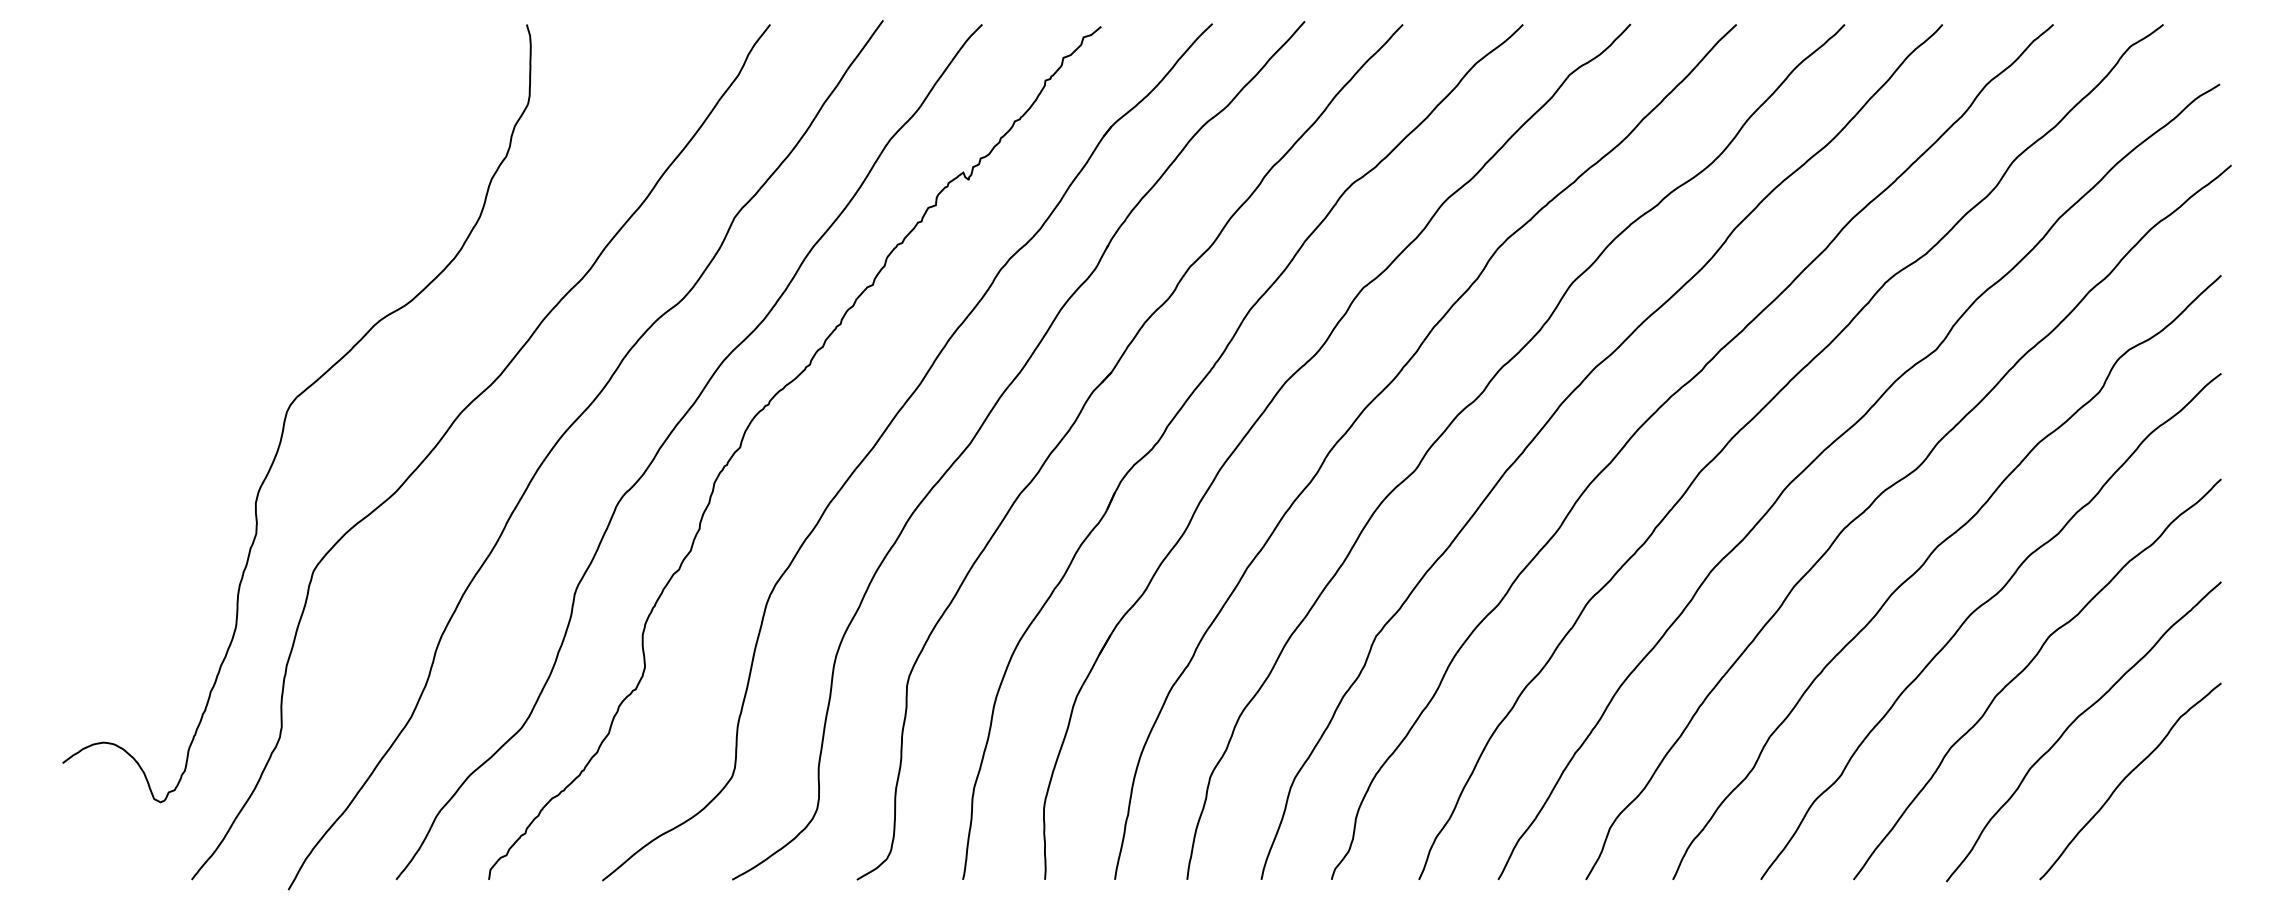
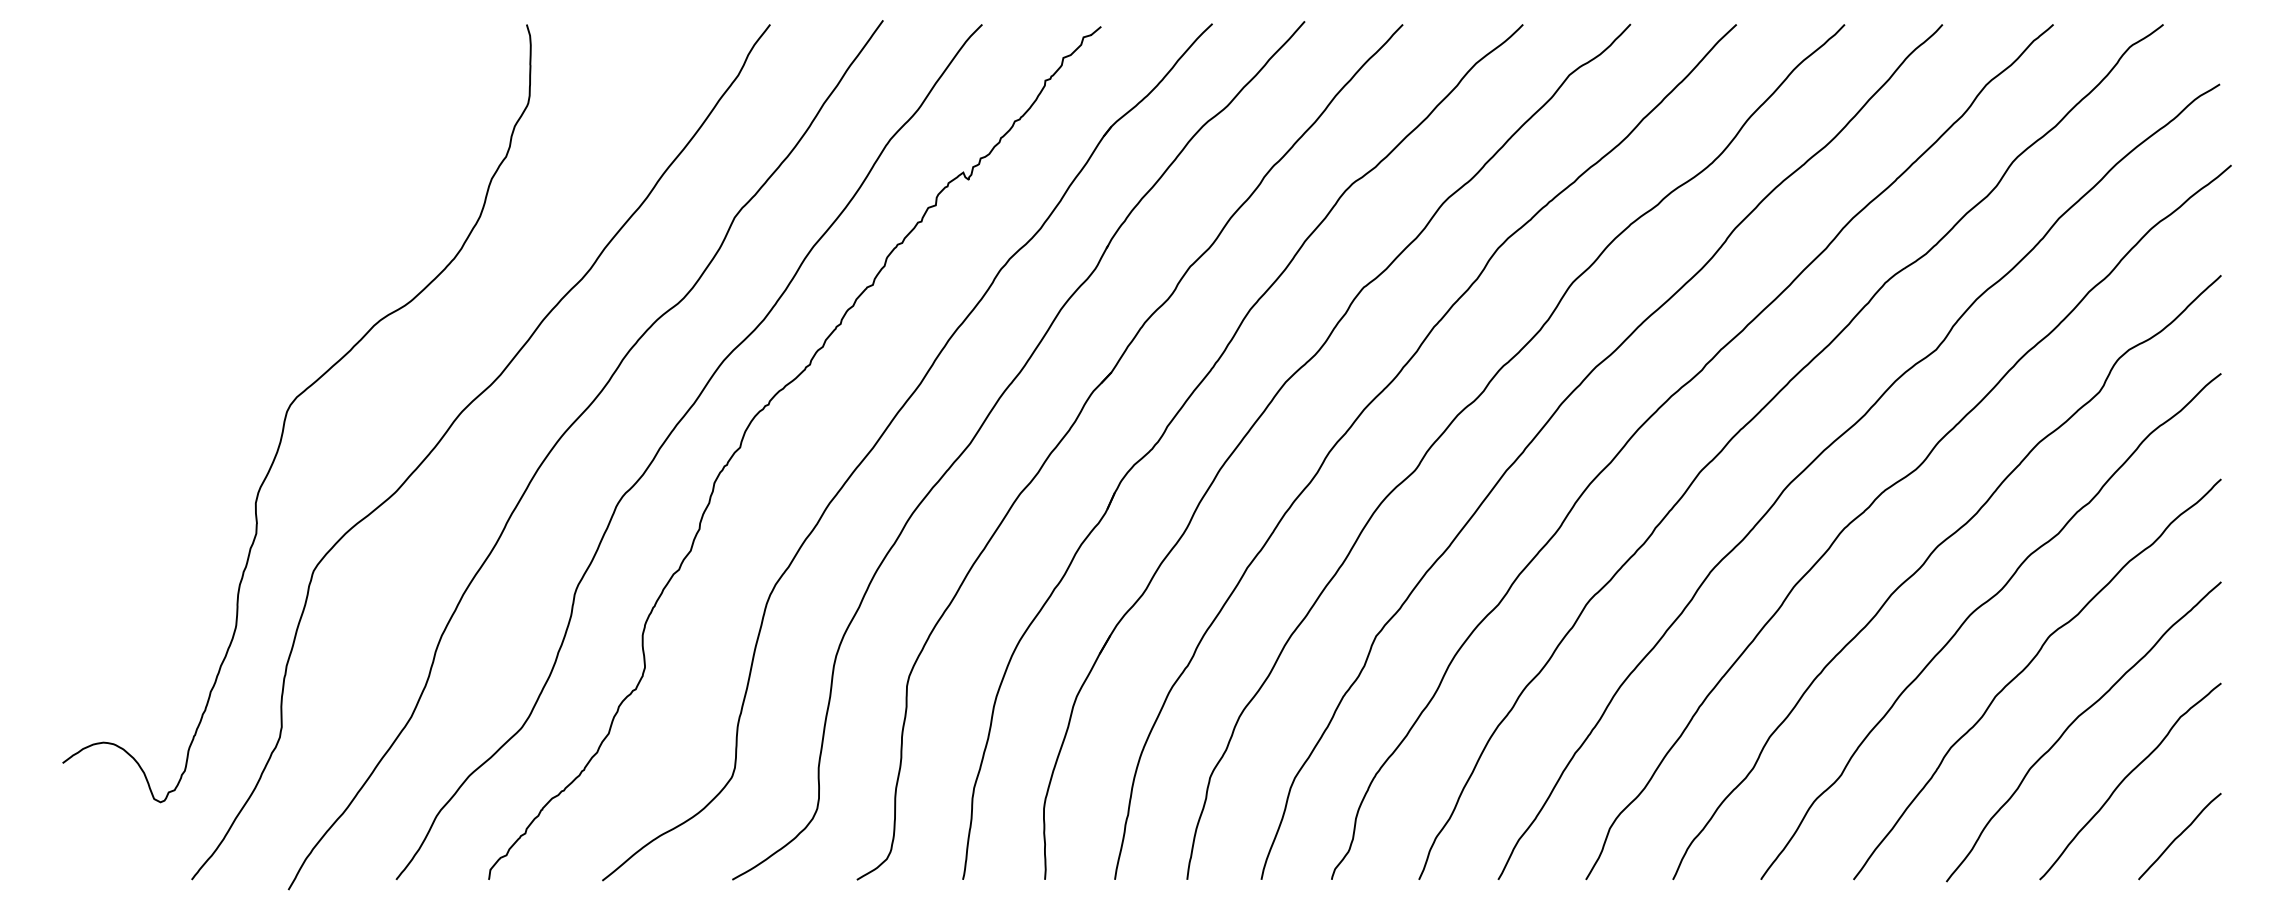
curve at (2179, 836): none -> present
